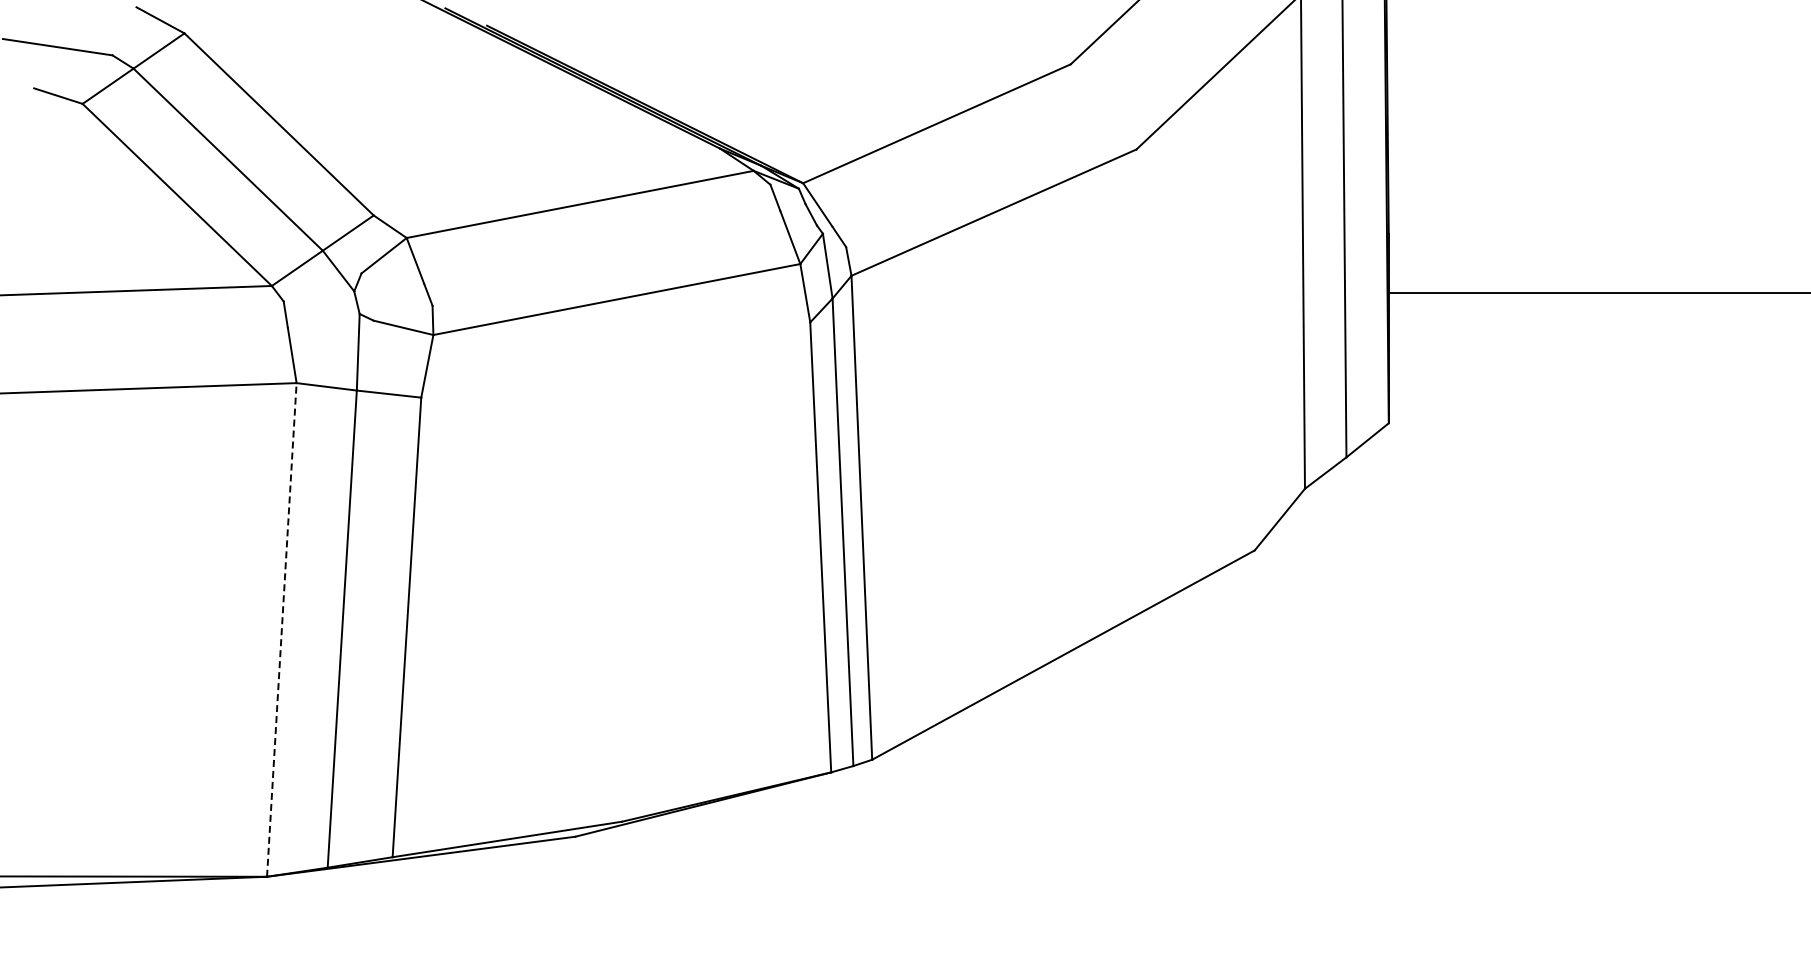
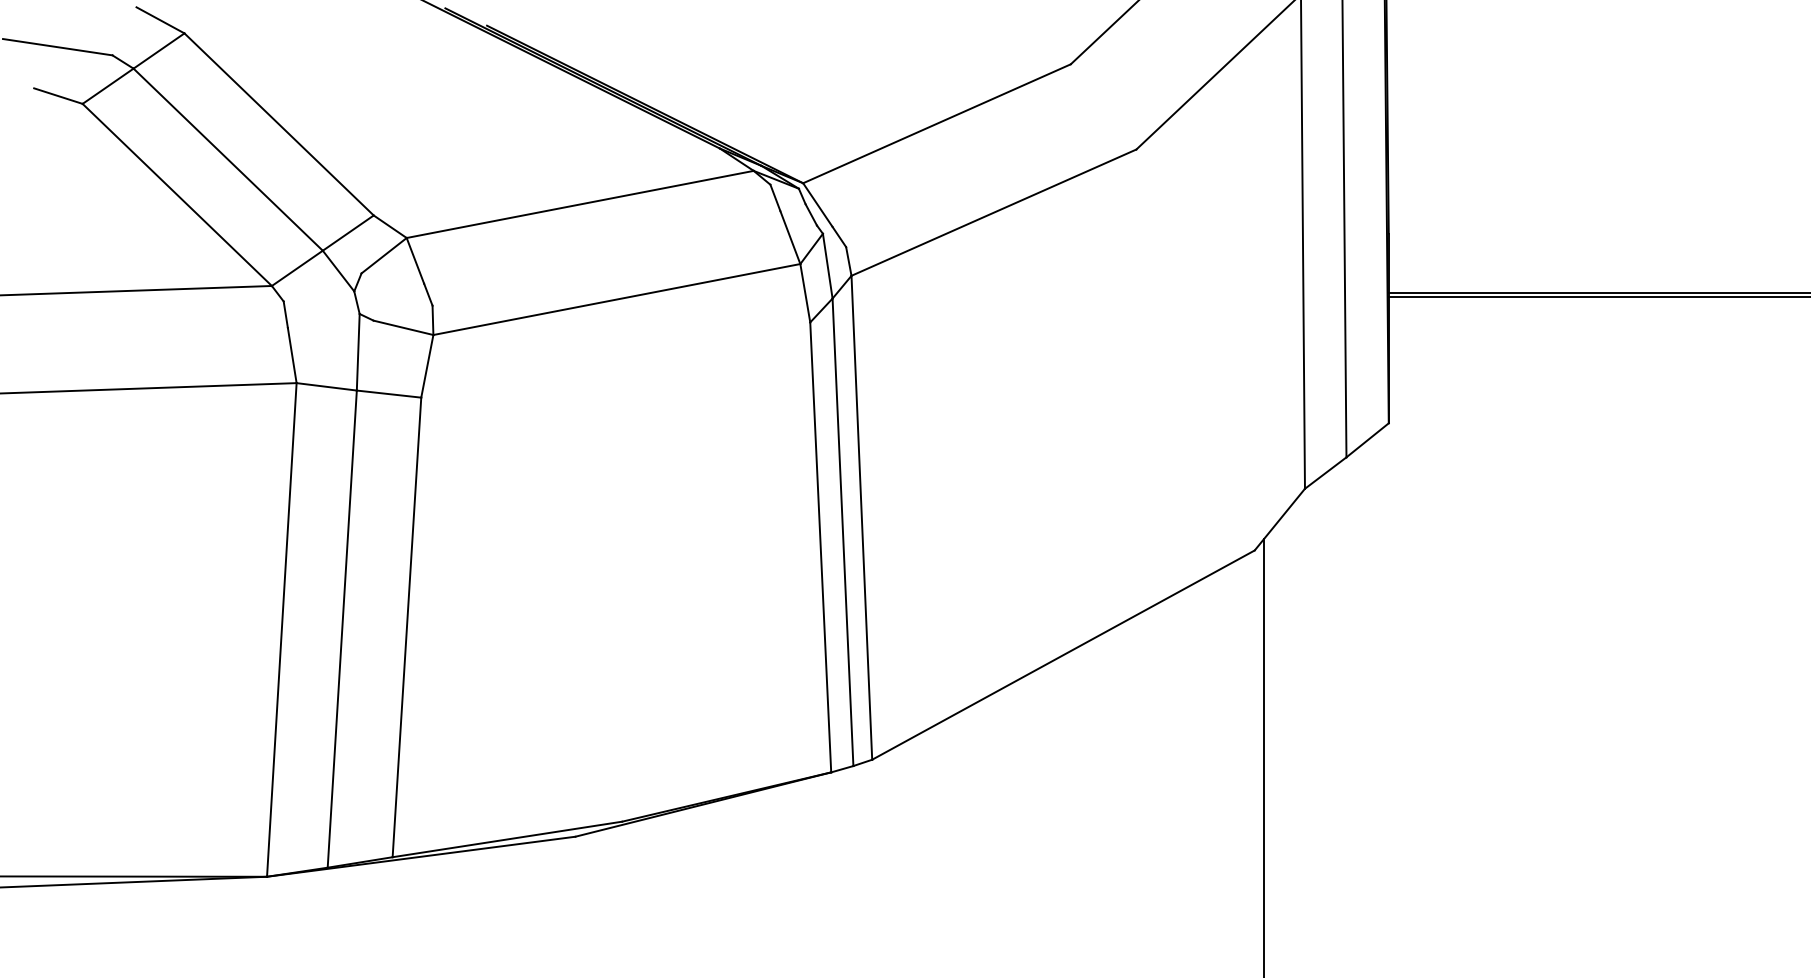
line at (1597, 296): none -> present
line at (281, 629): dashed -> solid
line at (1263, 756): none -> present
